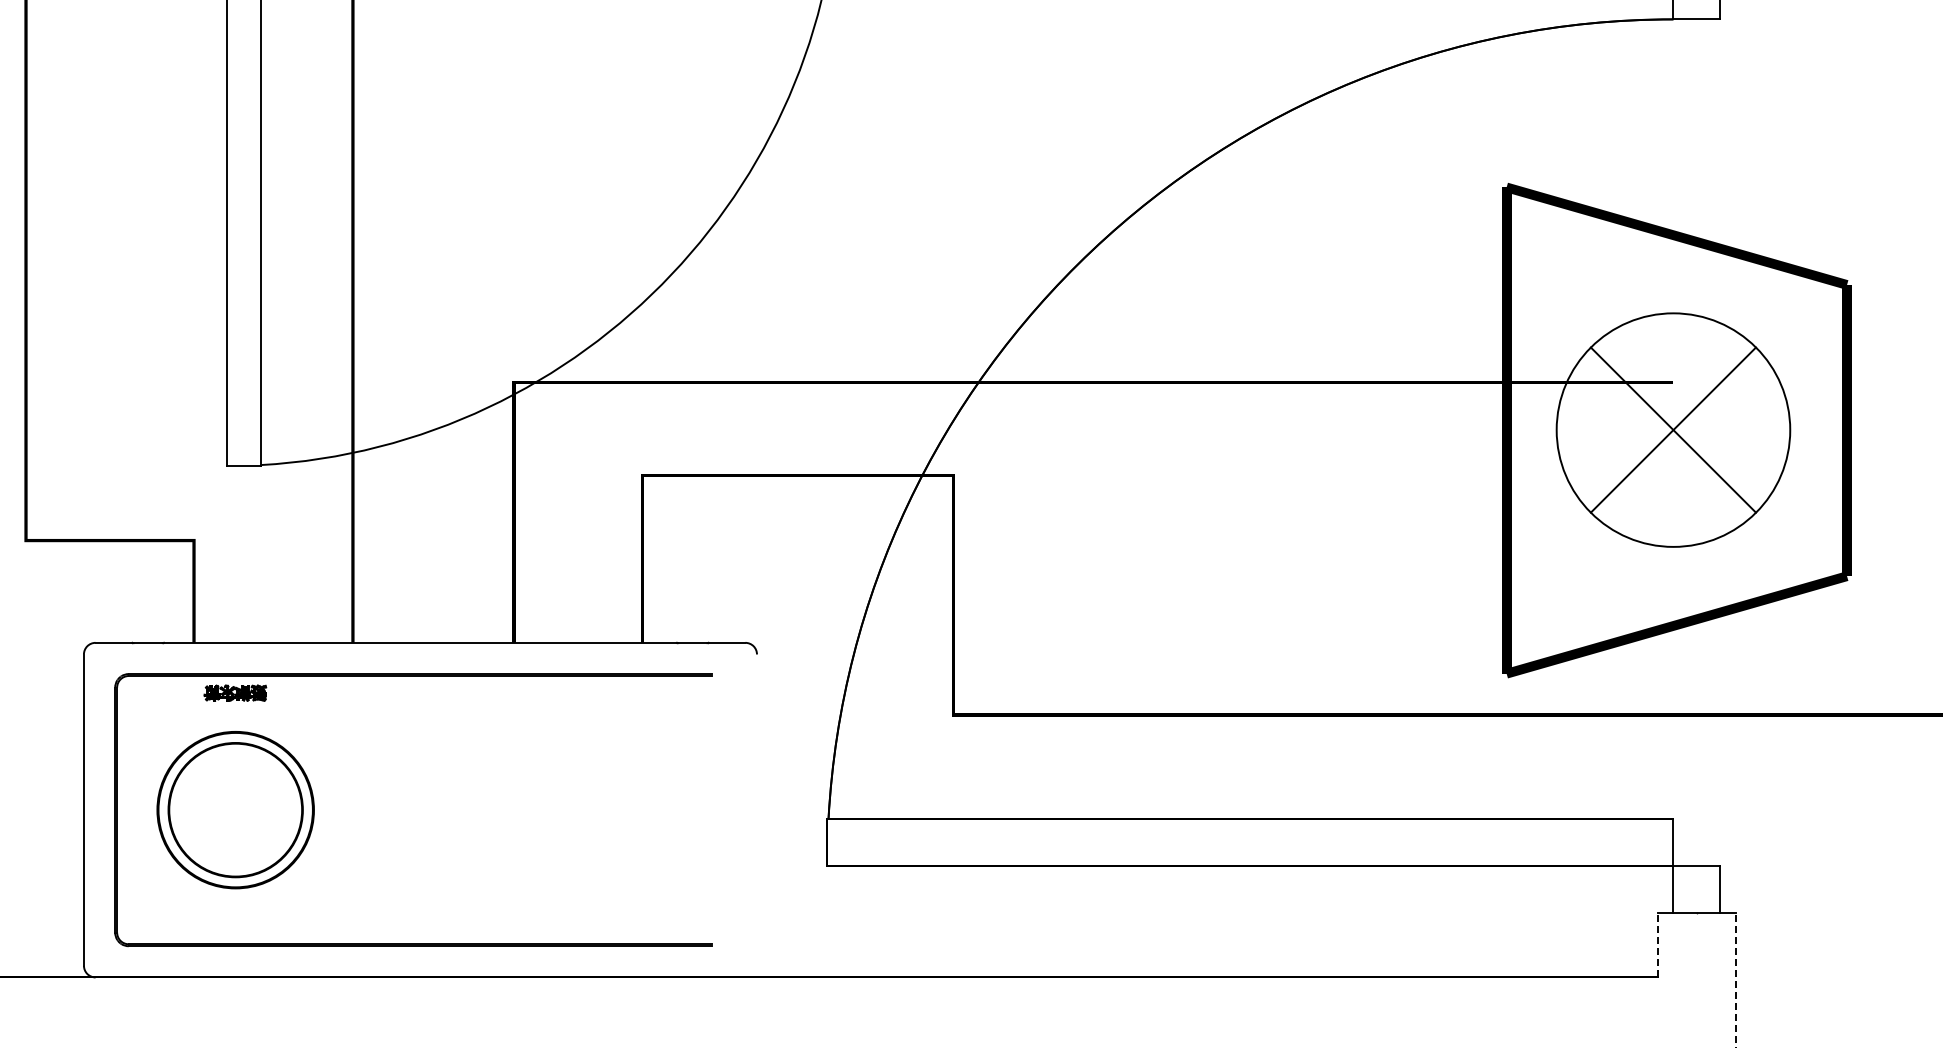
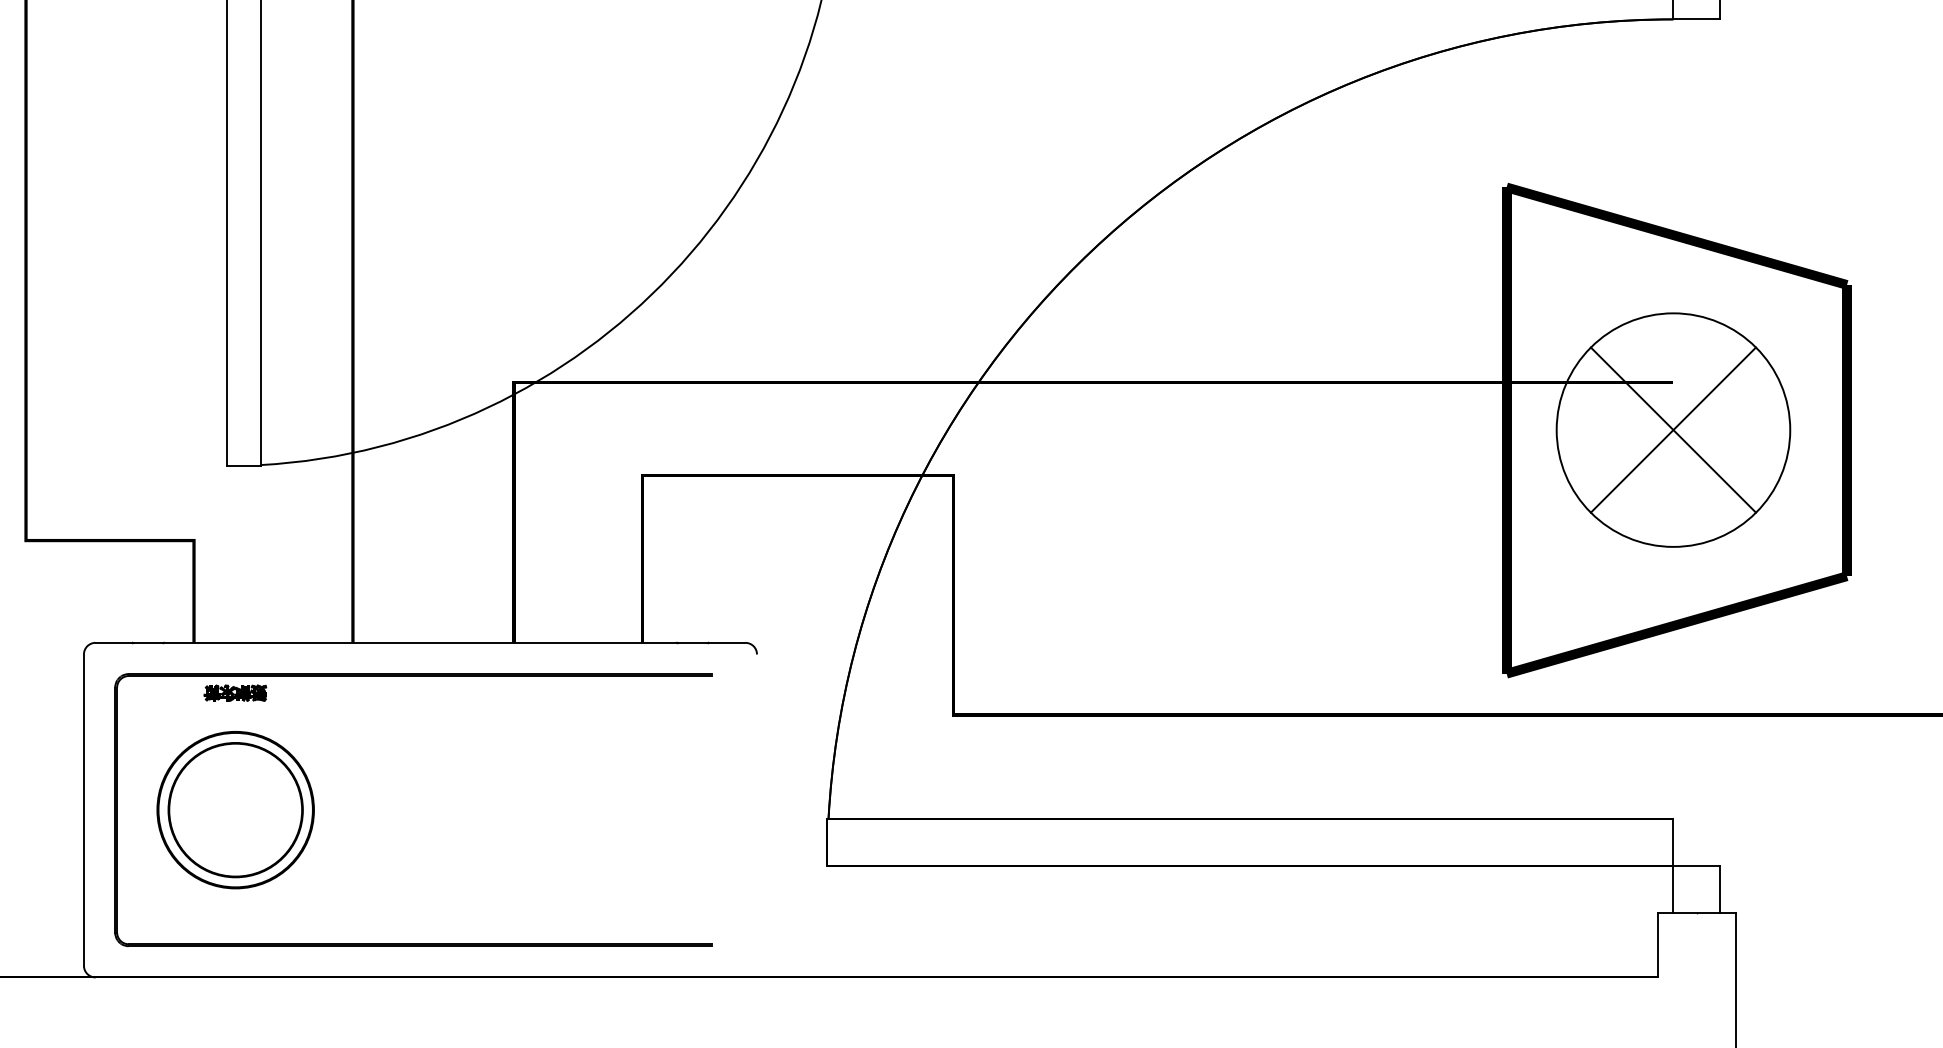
line at (1658, 944): dashed -> solid
line at (1735, 979): dashed -> solid
